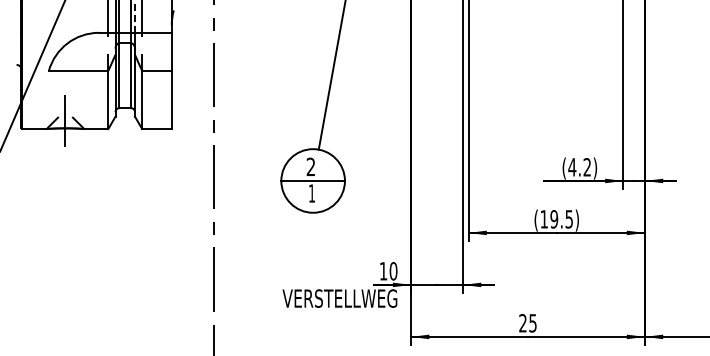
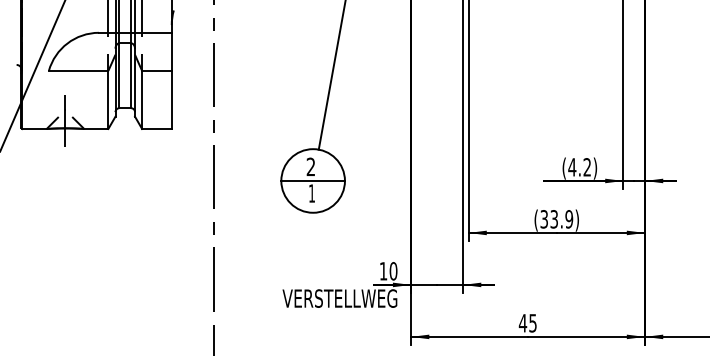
line at (135, 16): dashed -> solid
text at (556, 219): (19.5) -> (33.9)
text at (522, 322): 25 -> 45
